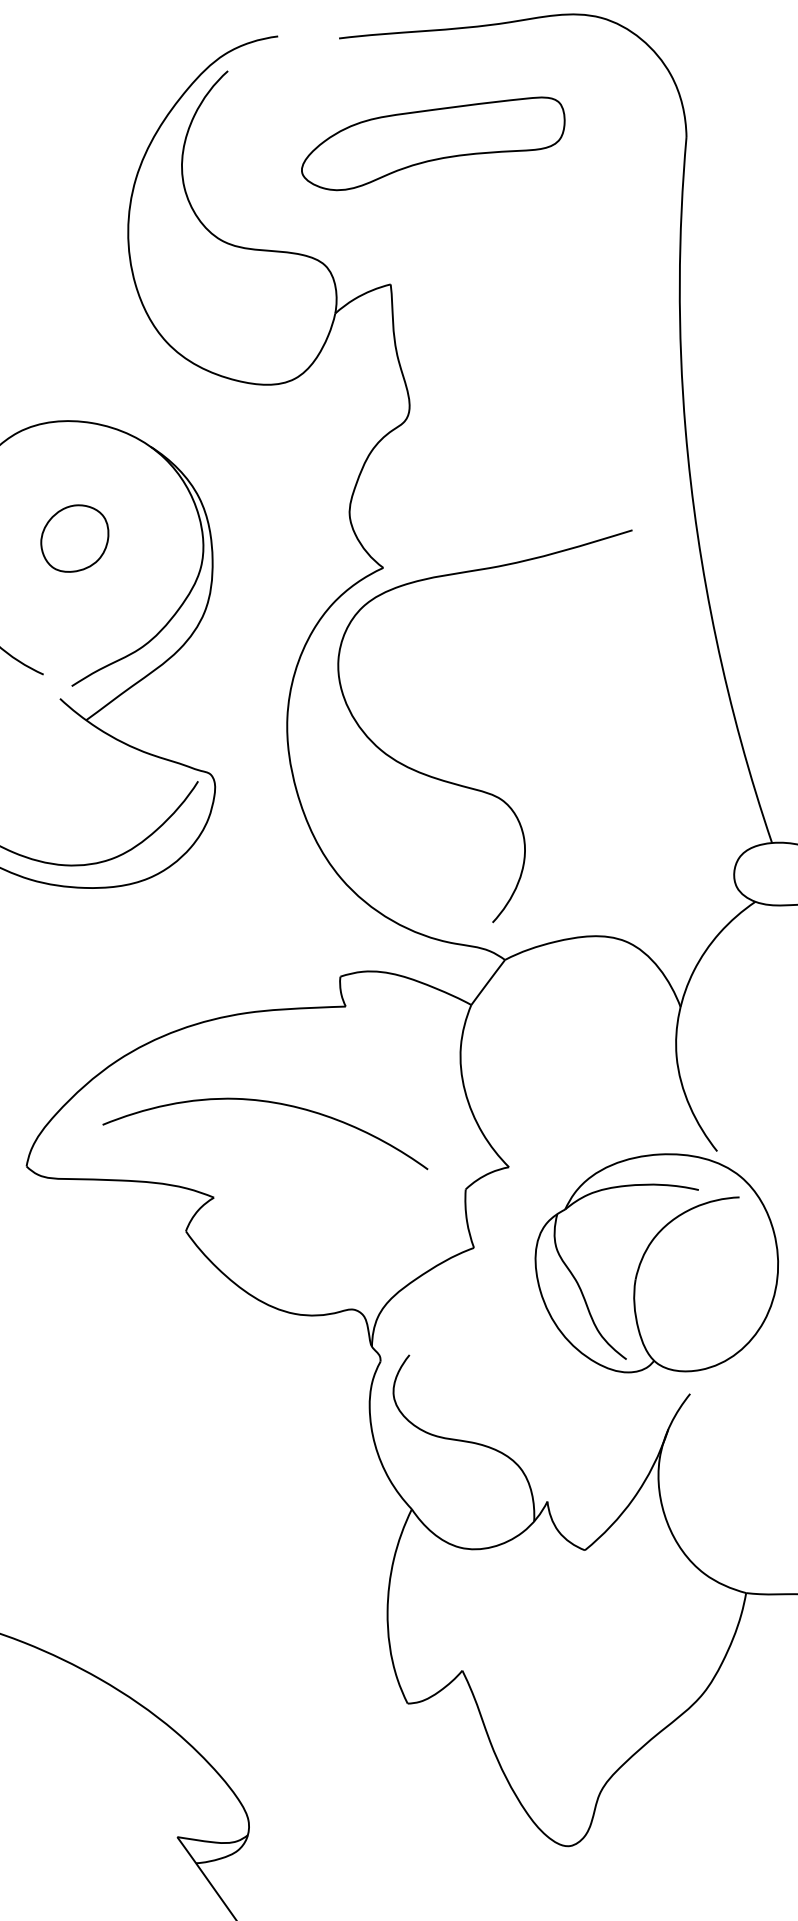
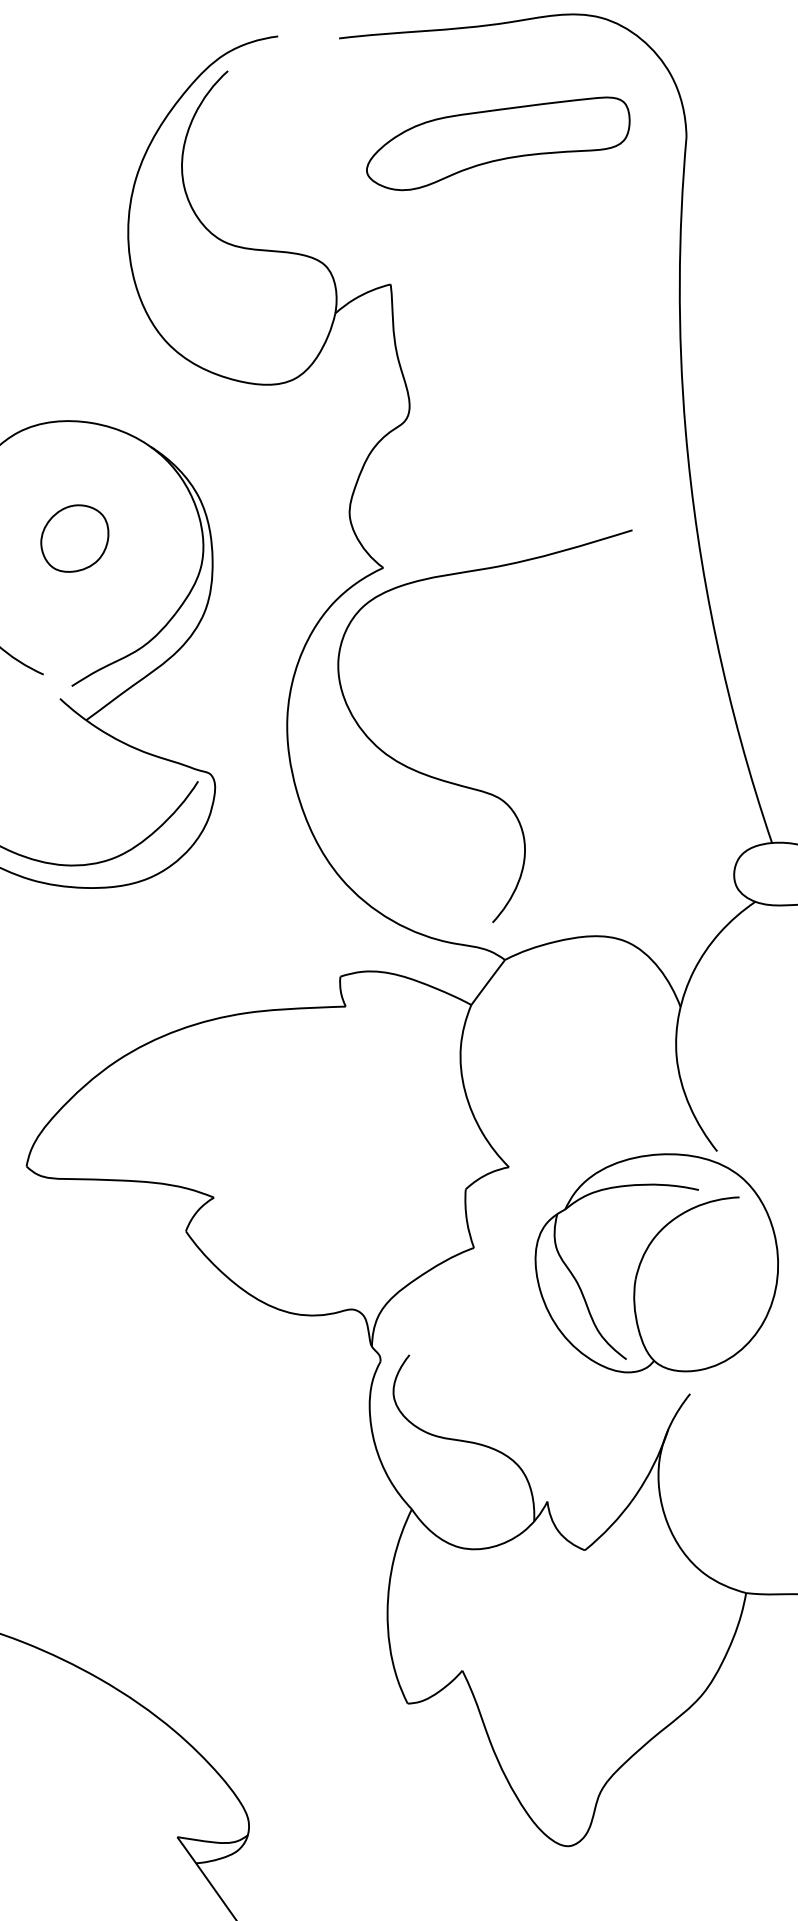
part at (433, 143) position: (433, 143) -> (498, 143)
curve at (271, 1103): present -> none
